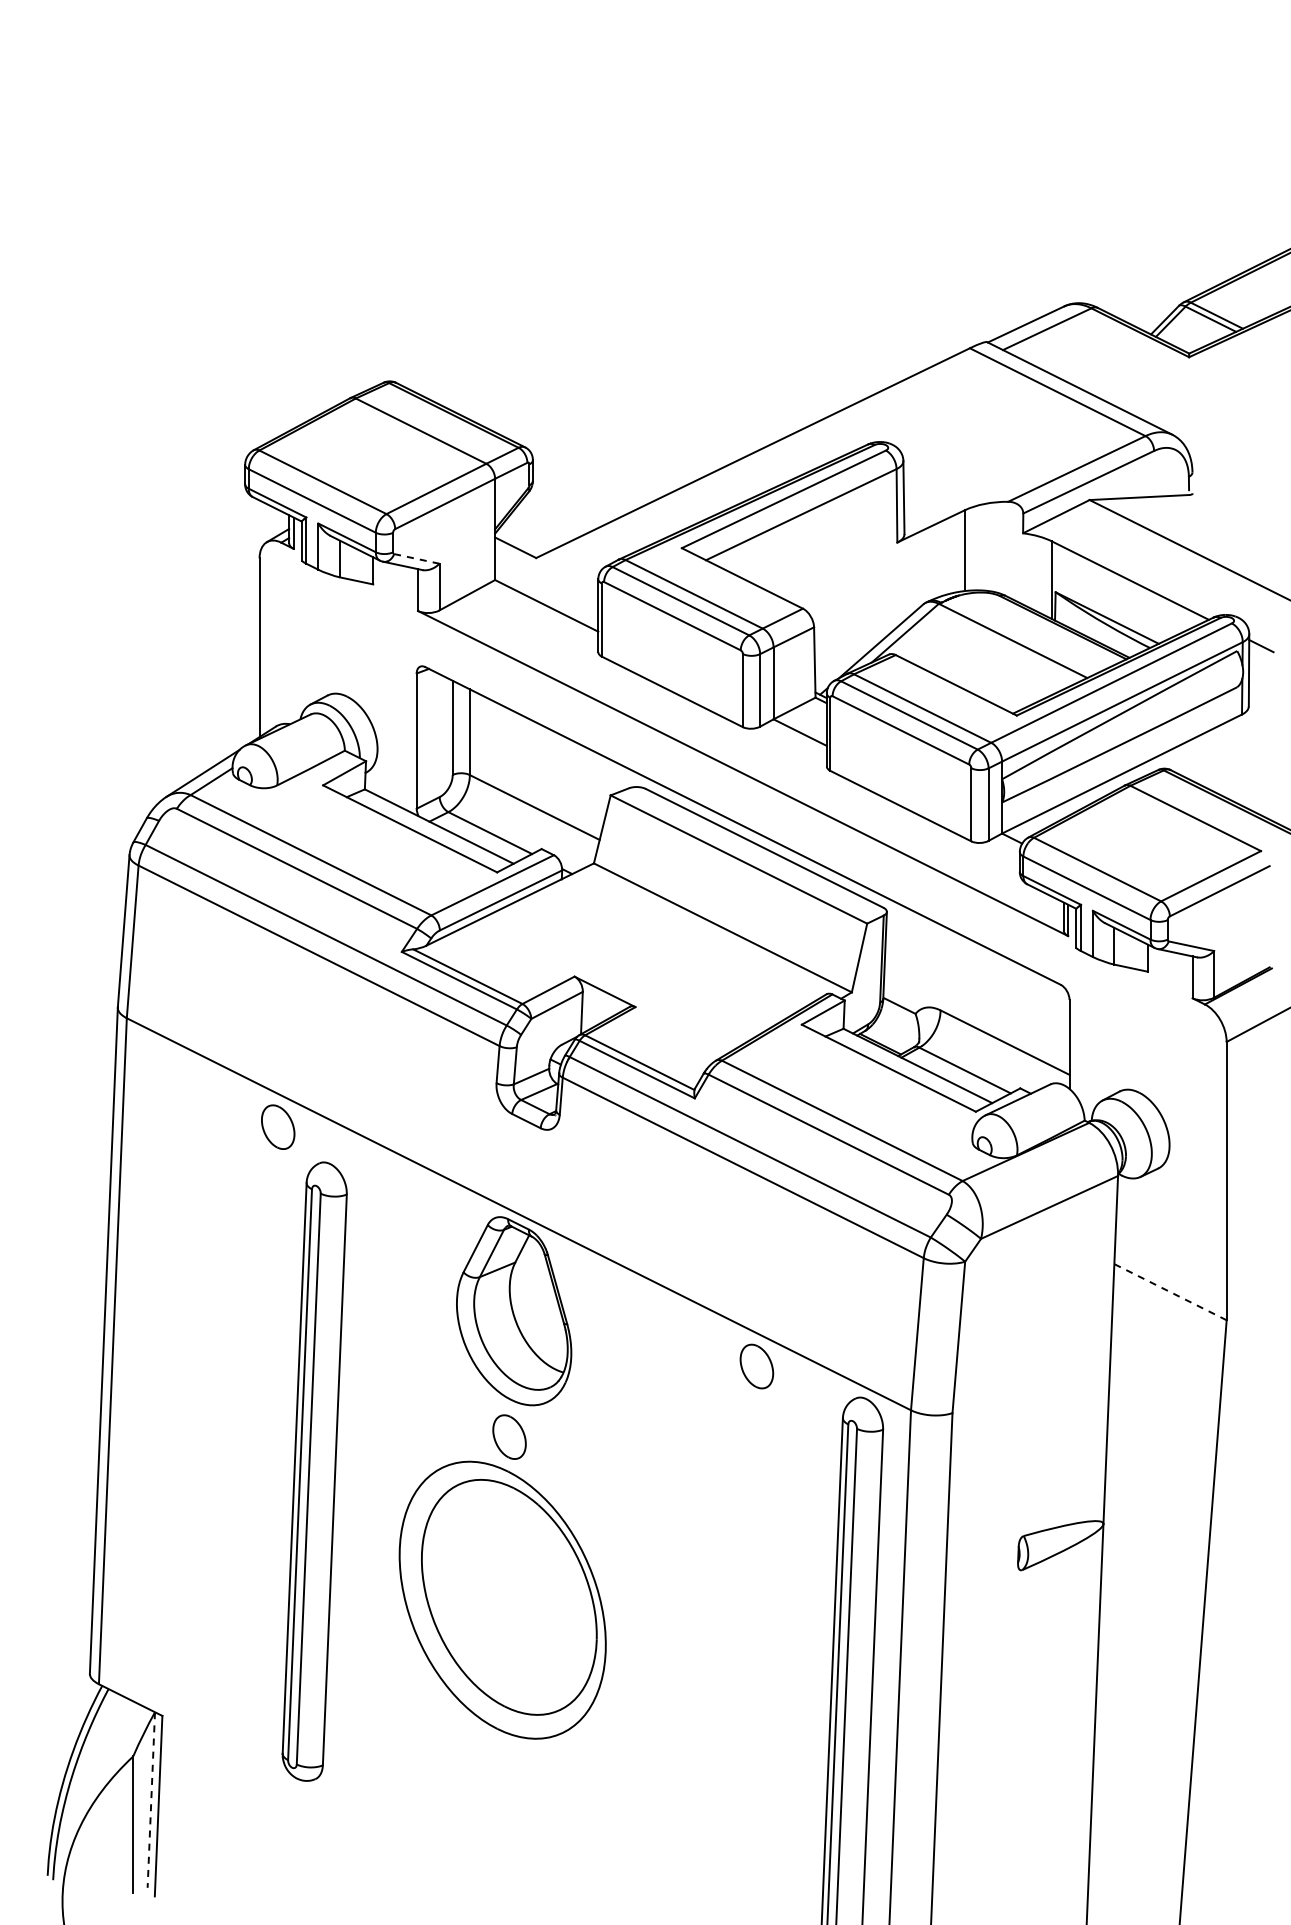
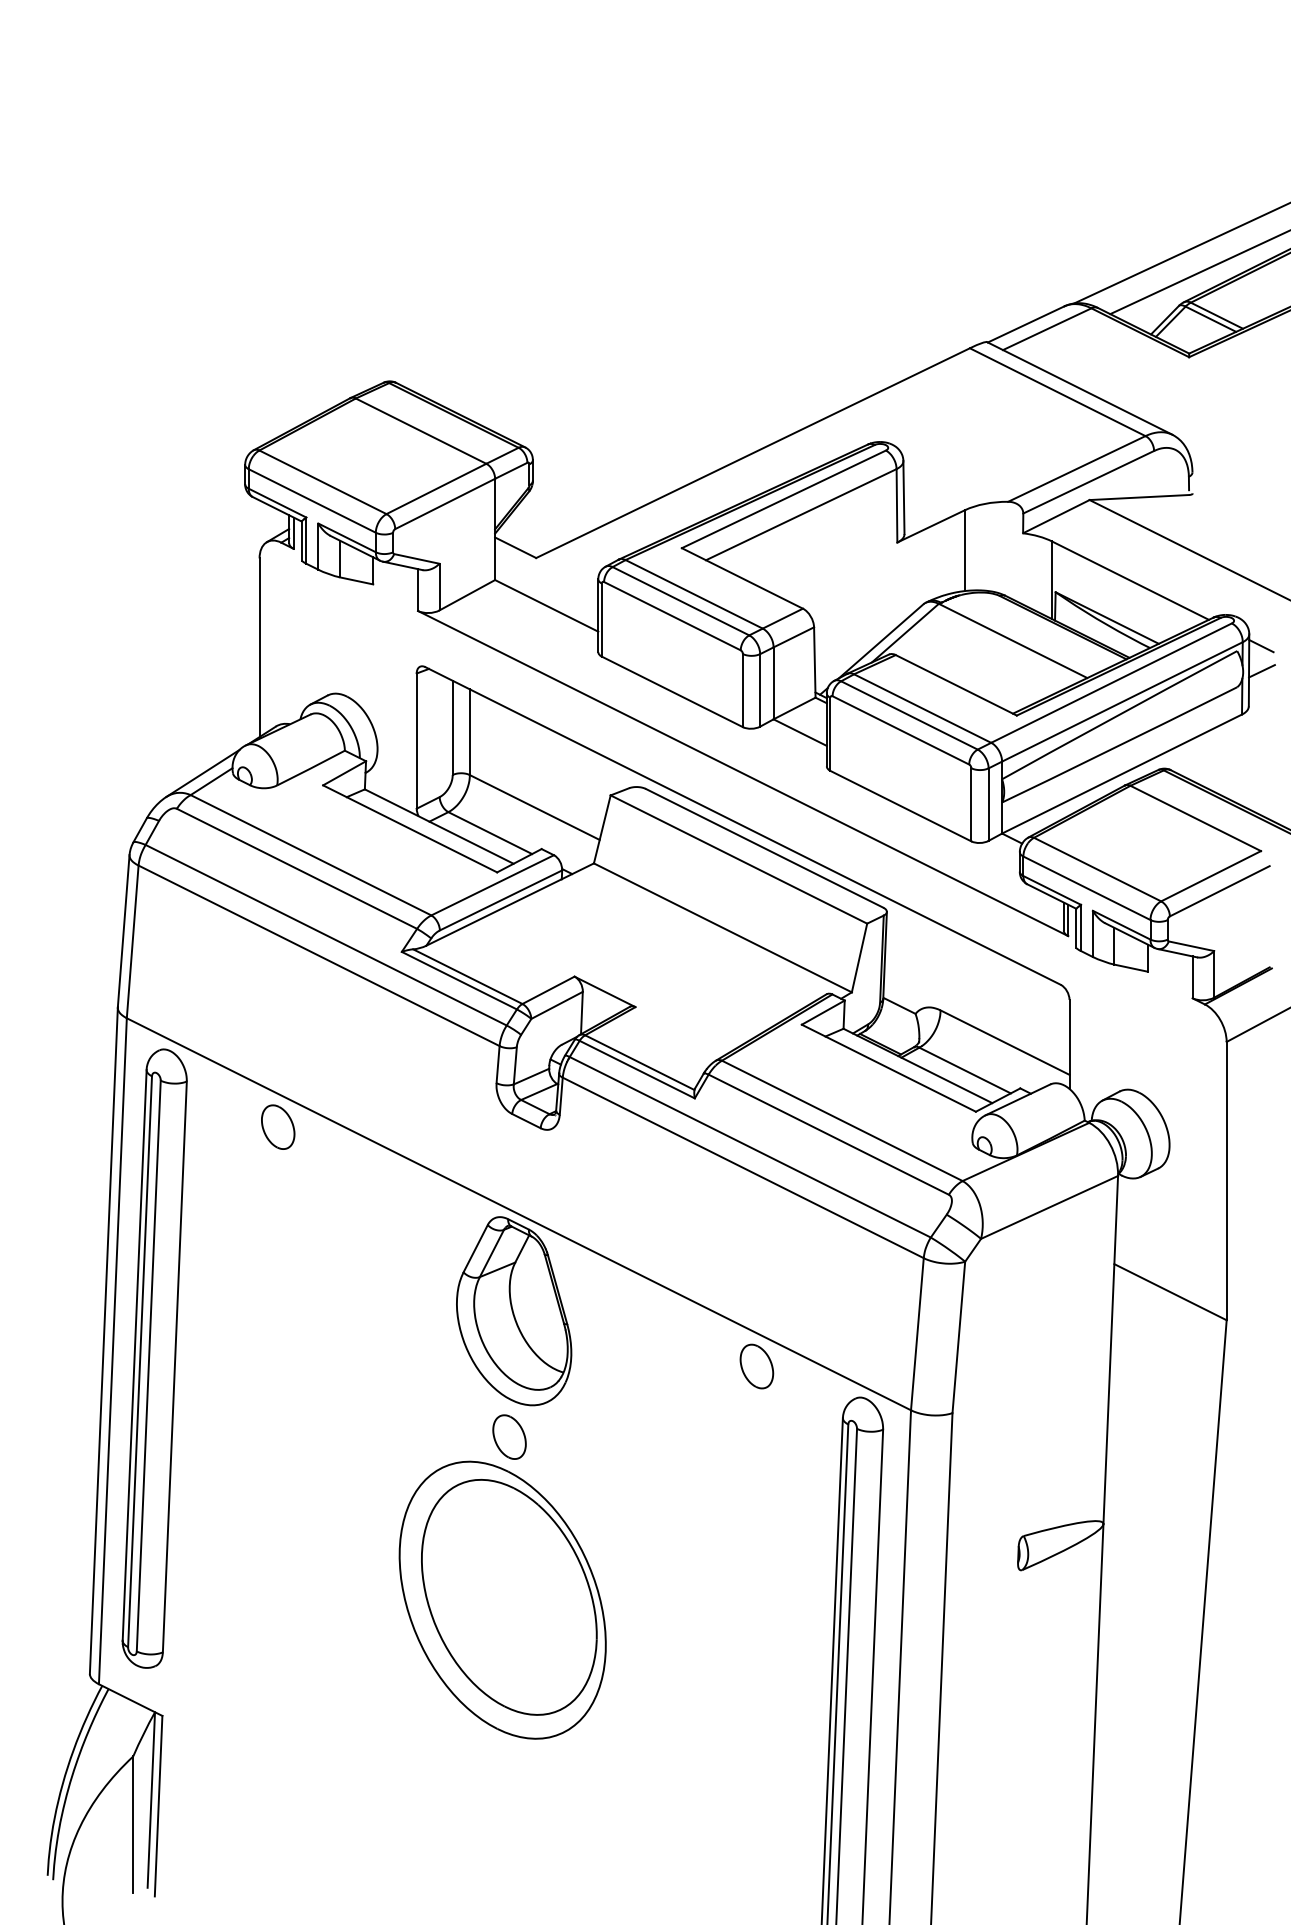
line at (1180, 253): none -> present
line at (1198, 272): none -> present
line at (416, 558): dashed -> solid
line at (1261, 671): none -> present
line at (1170, 1292): dashed -> solid
part at (314, 1471) position: (314, 1471) -> (154, 1358)
line at (151, 1800): dashed -> solid
